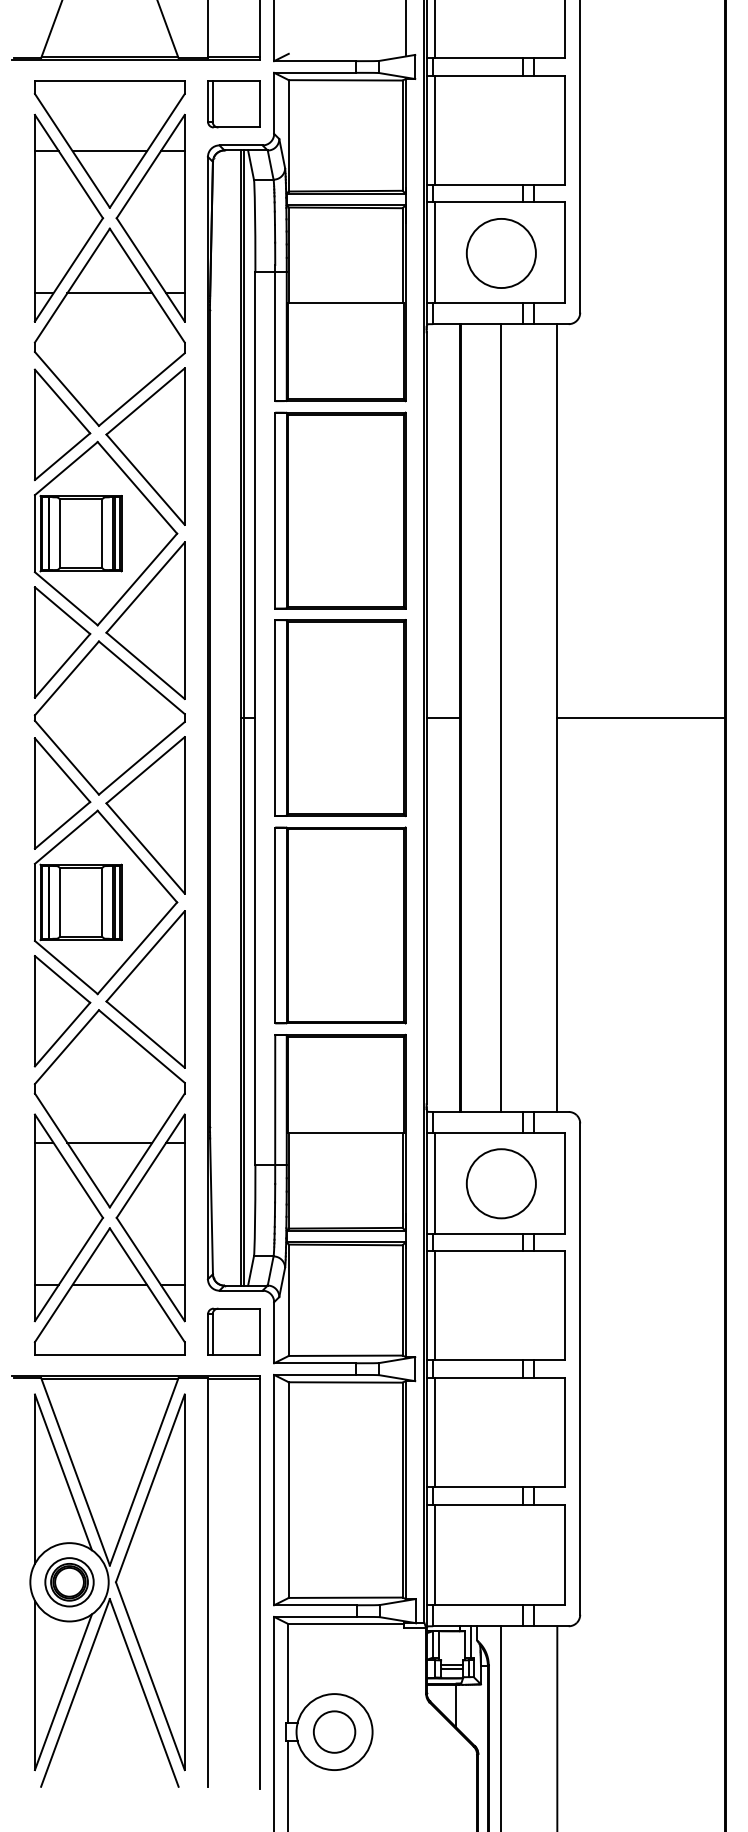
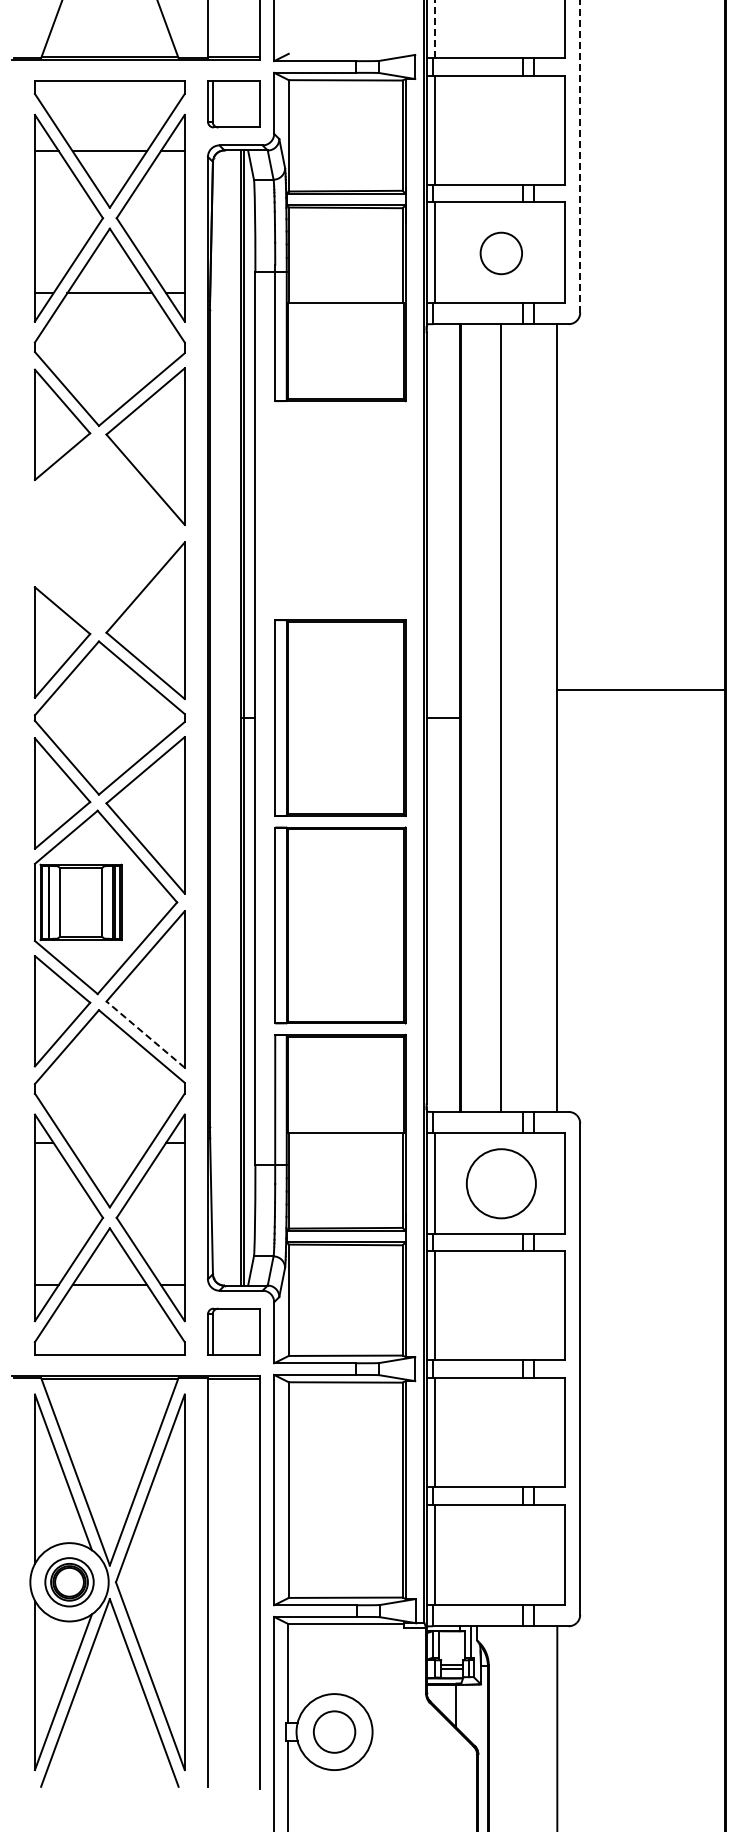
line at (405, 28): present -> none
line at (435, 29): solid -> dashed
line at (580, 155): solid -> dashed
circle at (500, 253) diameter: 69 px -> 41 px
part at (340, 510): present -> none
part at (105, 533): present -> none
line at (641, 718) position: (641, 718) -> (641, 690)
line at (145, 1034): solid -> dashed
line at (109, 1142): present -> none
line at (501, 1727): present -> none
